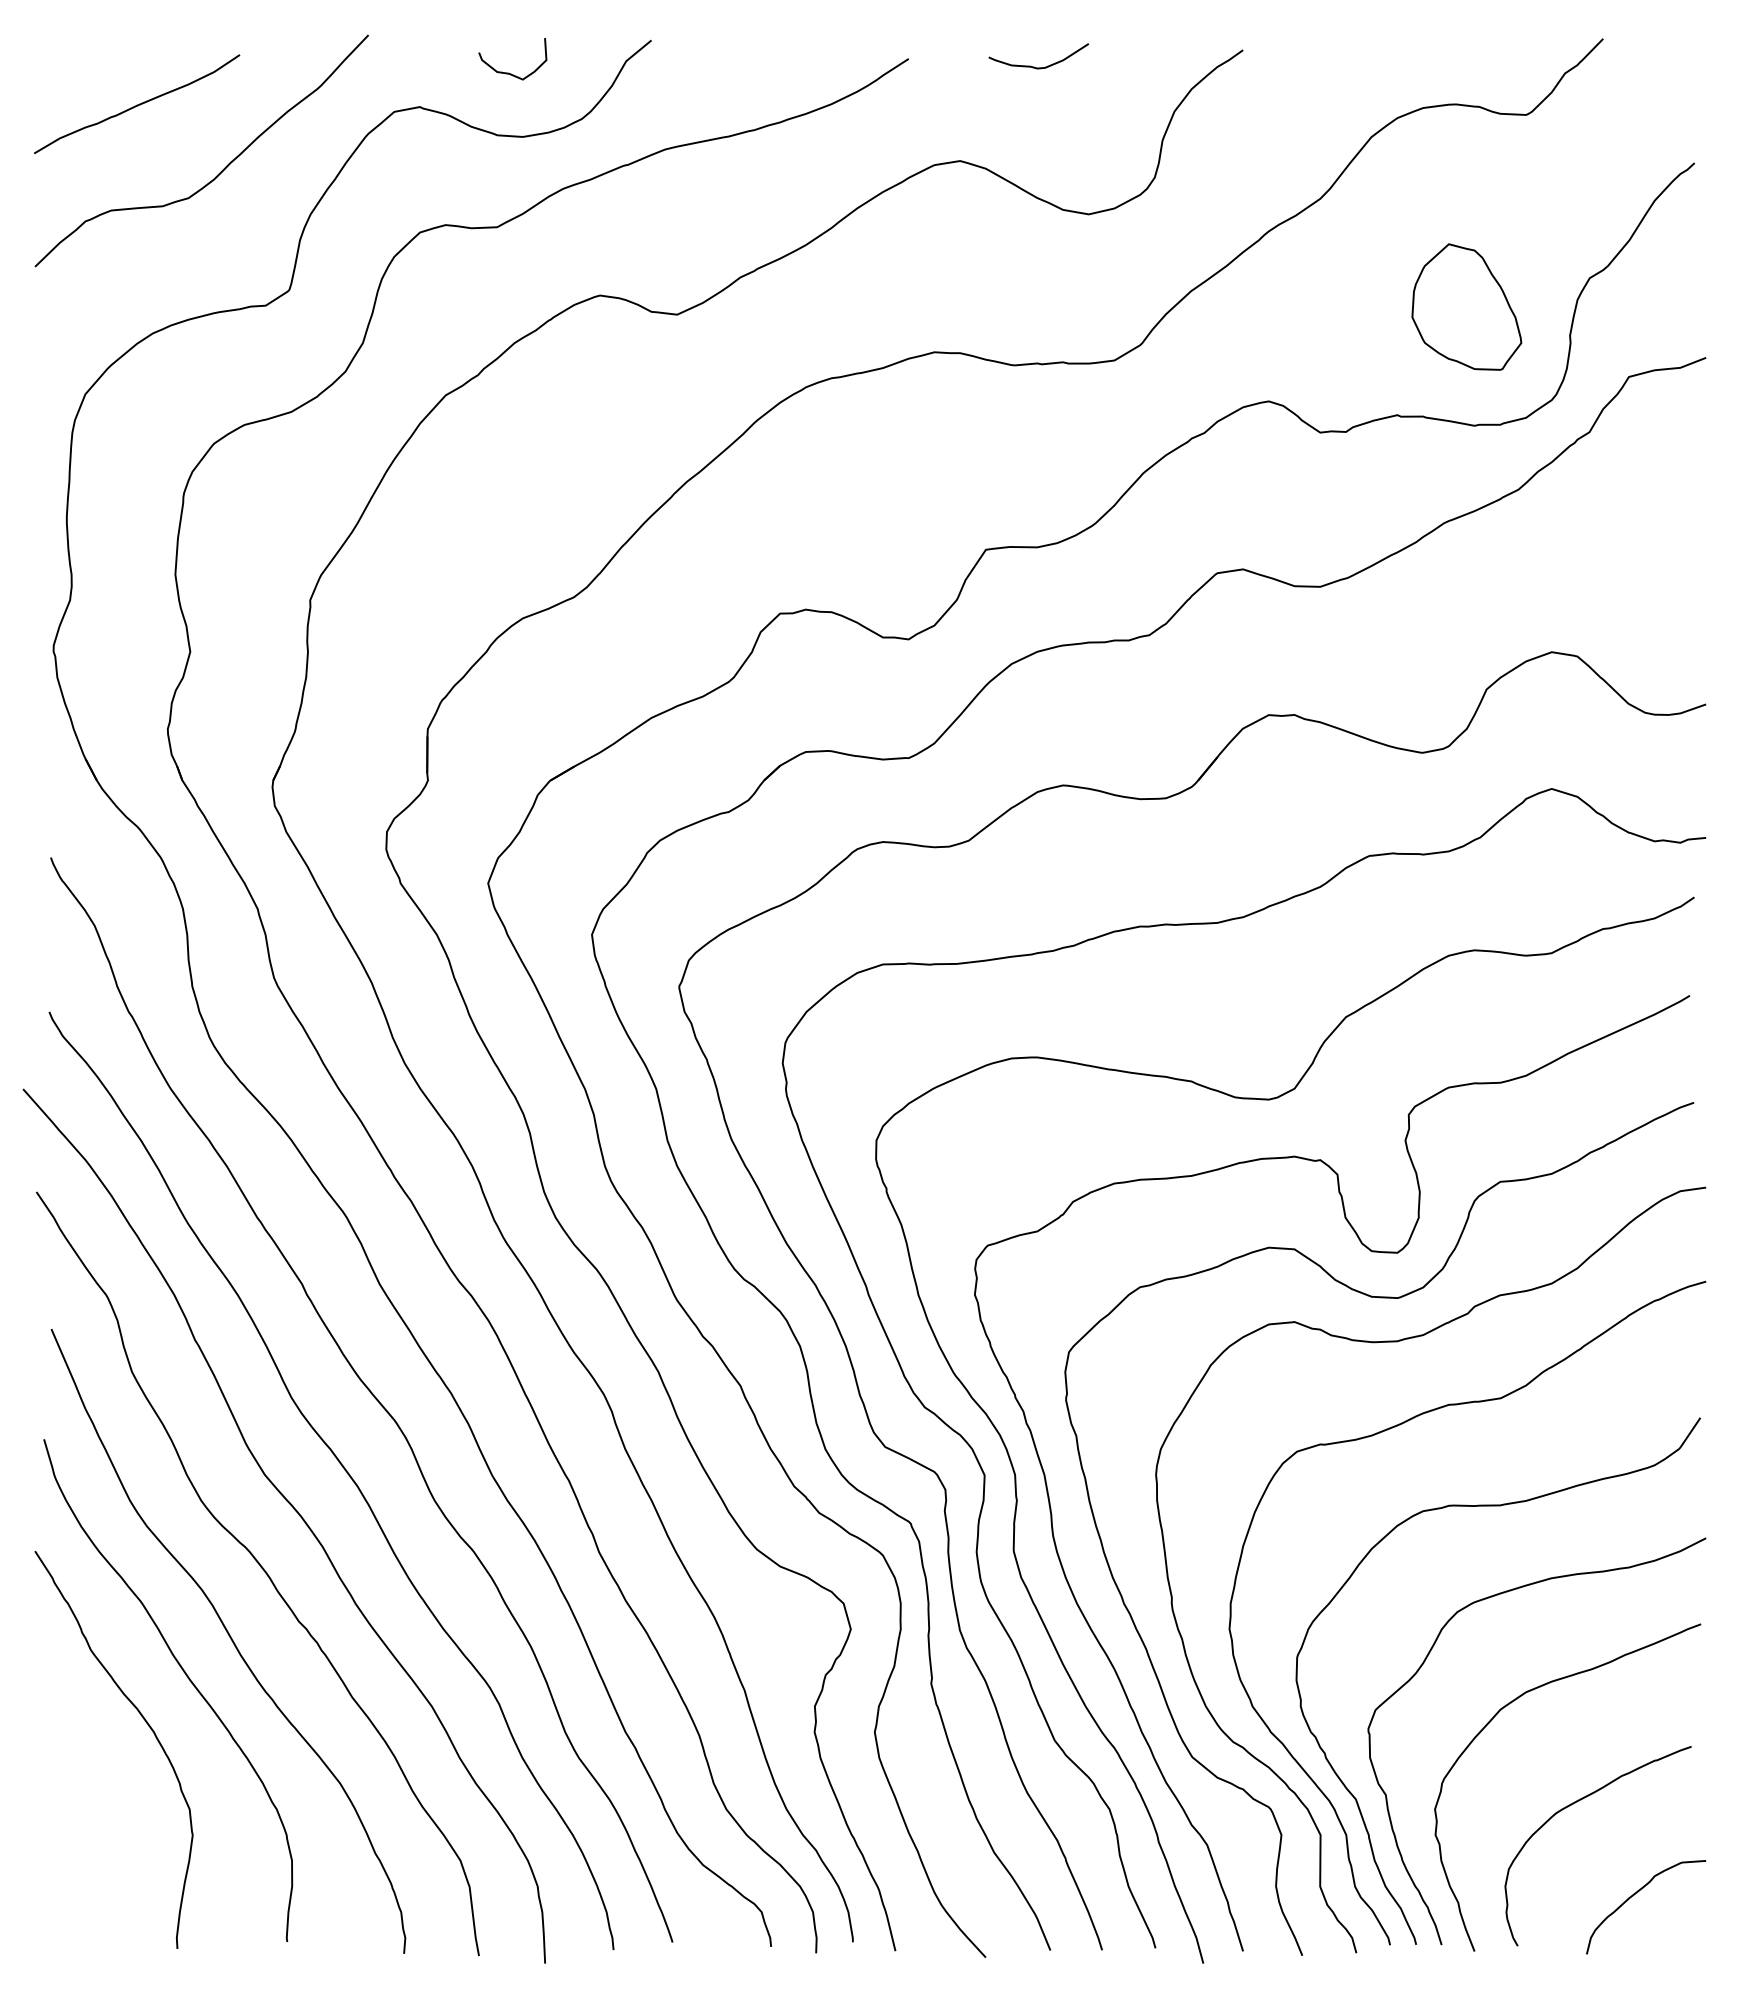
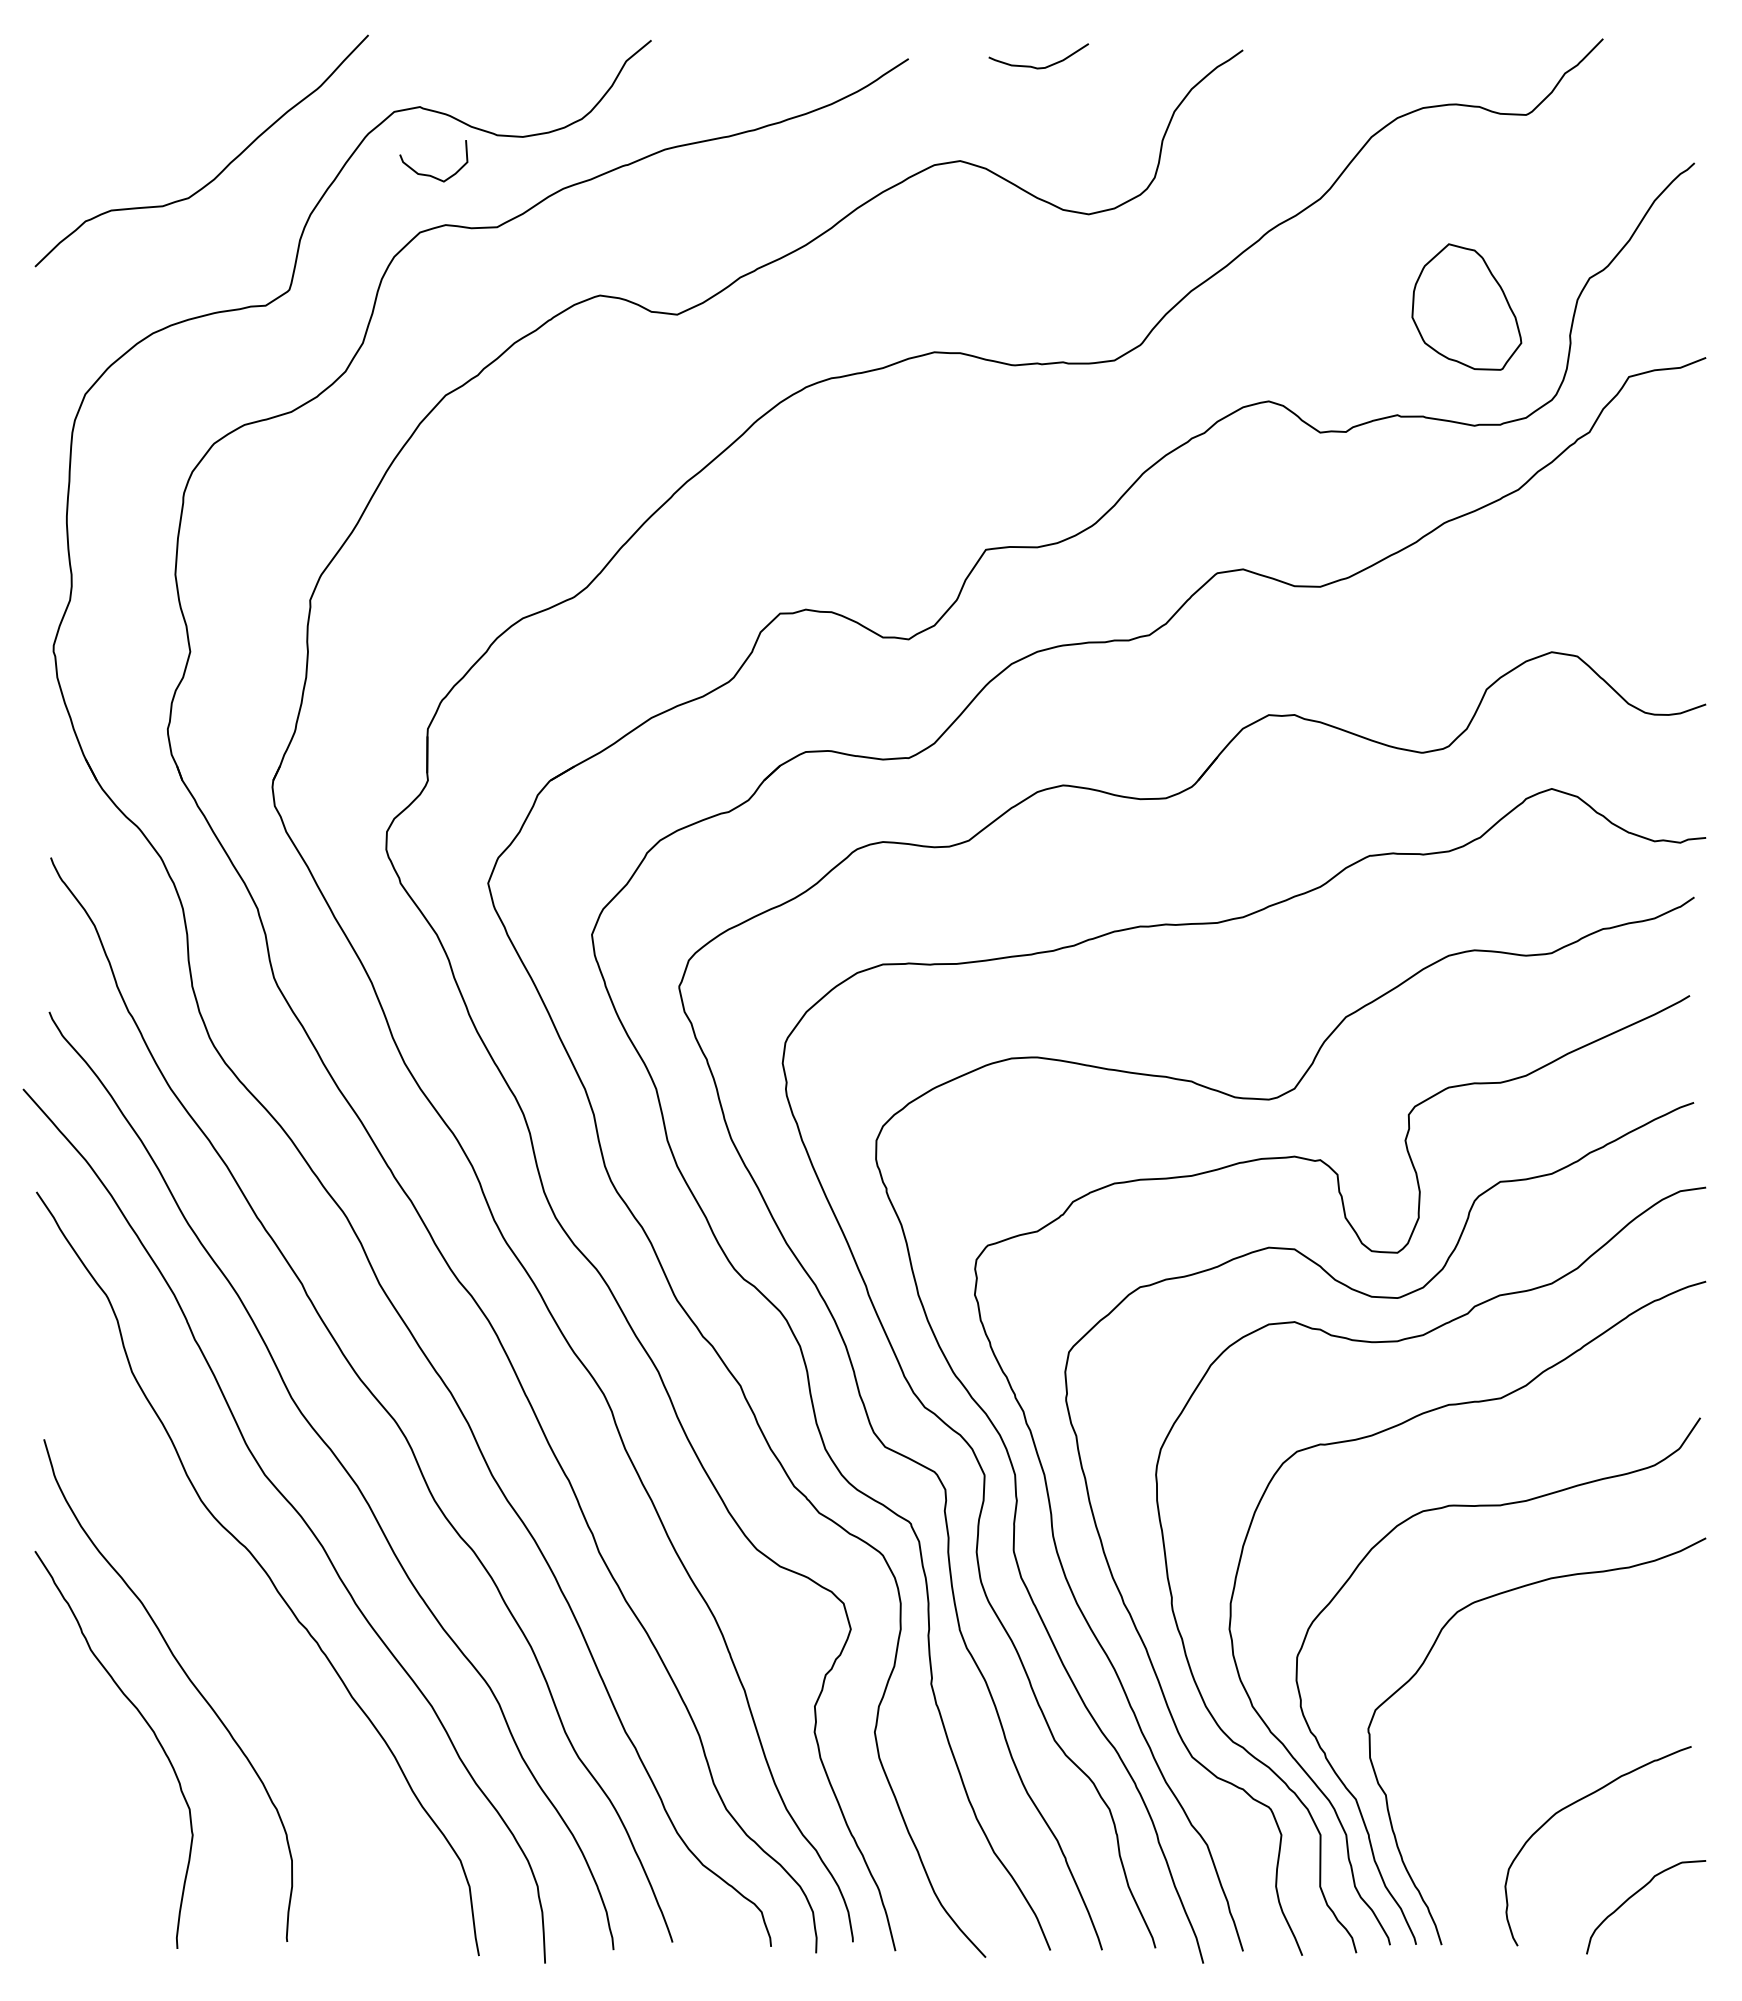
curve at (508, 72) position: (508, 72) -> (429, 174)
curve at (137, 104): present -> none
curve at (230, 1639): present -> none
curve at (1492, 1720): present -> none
